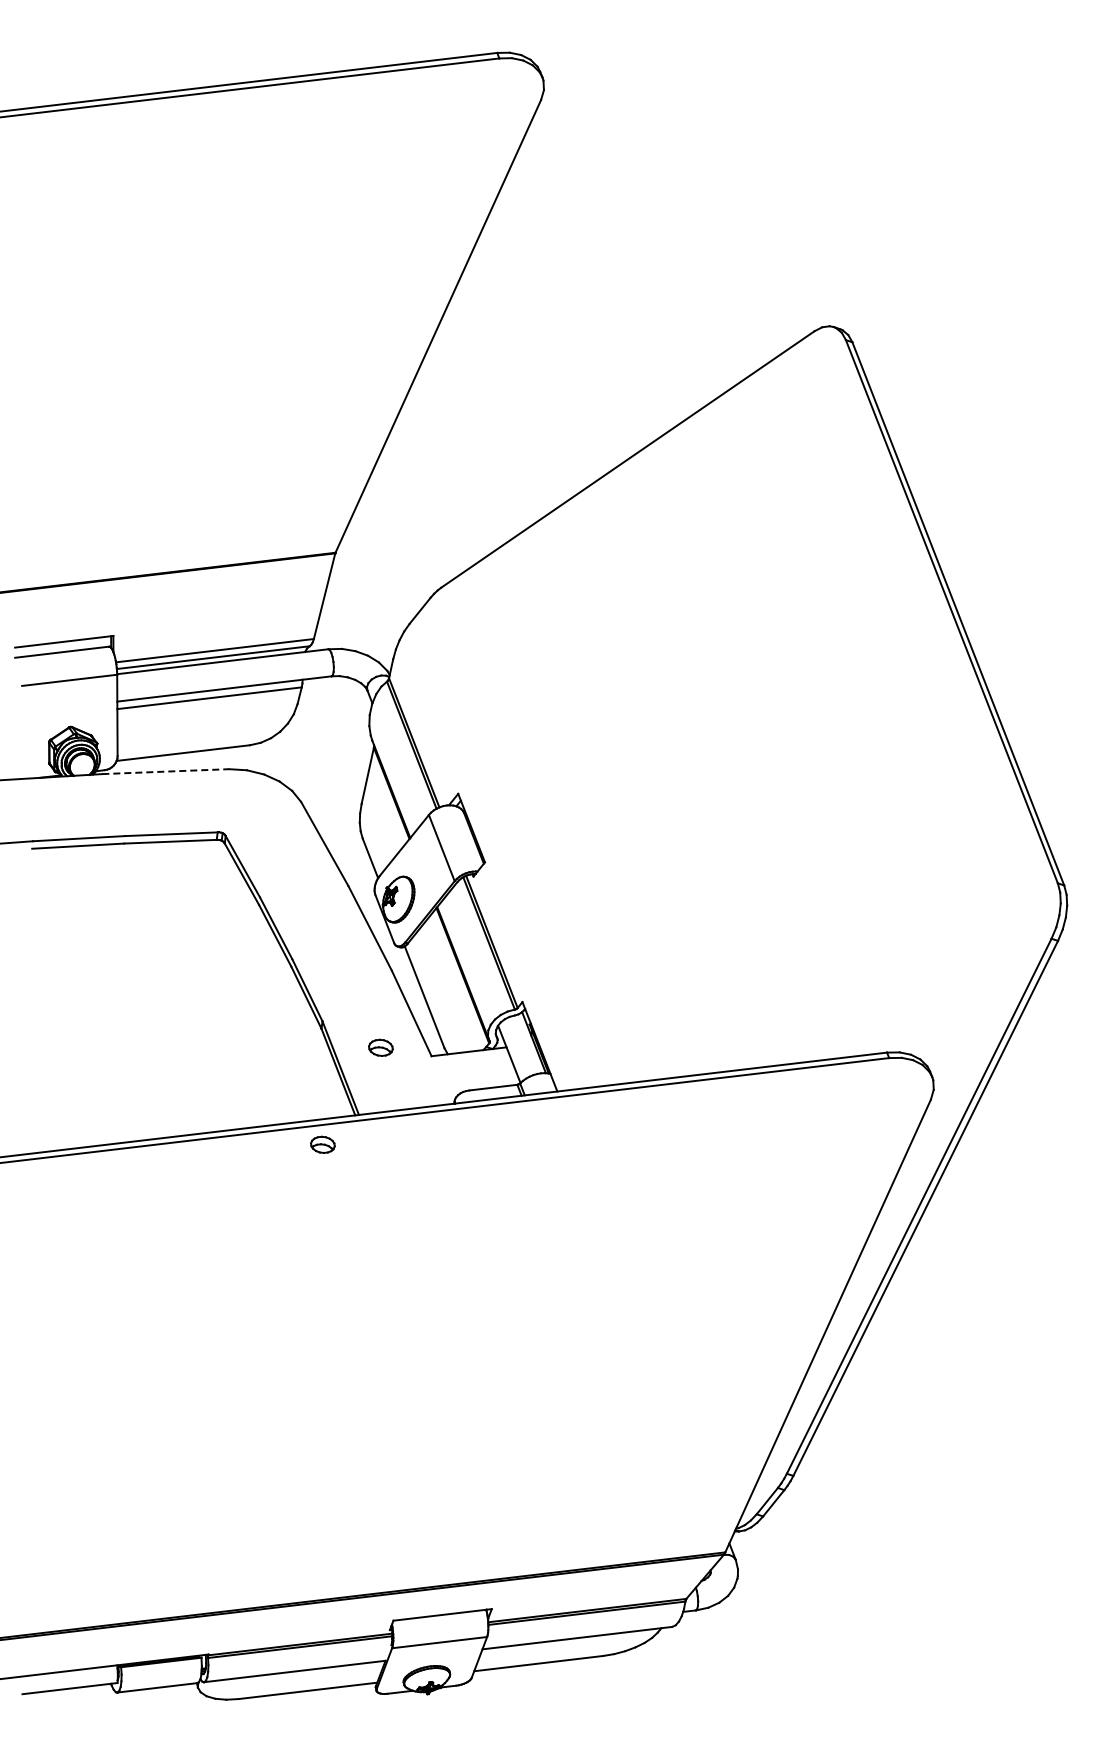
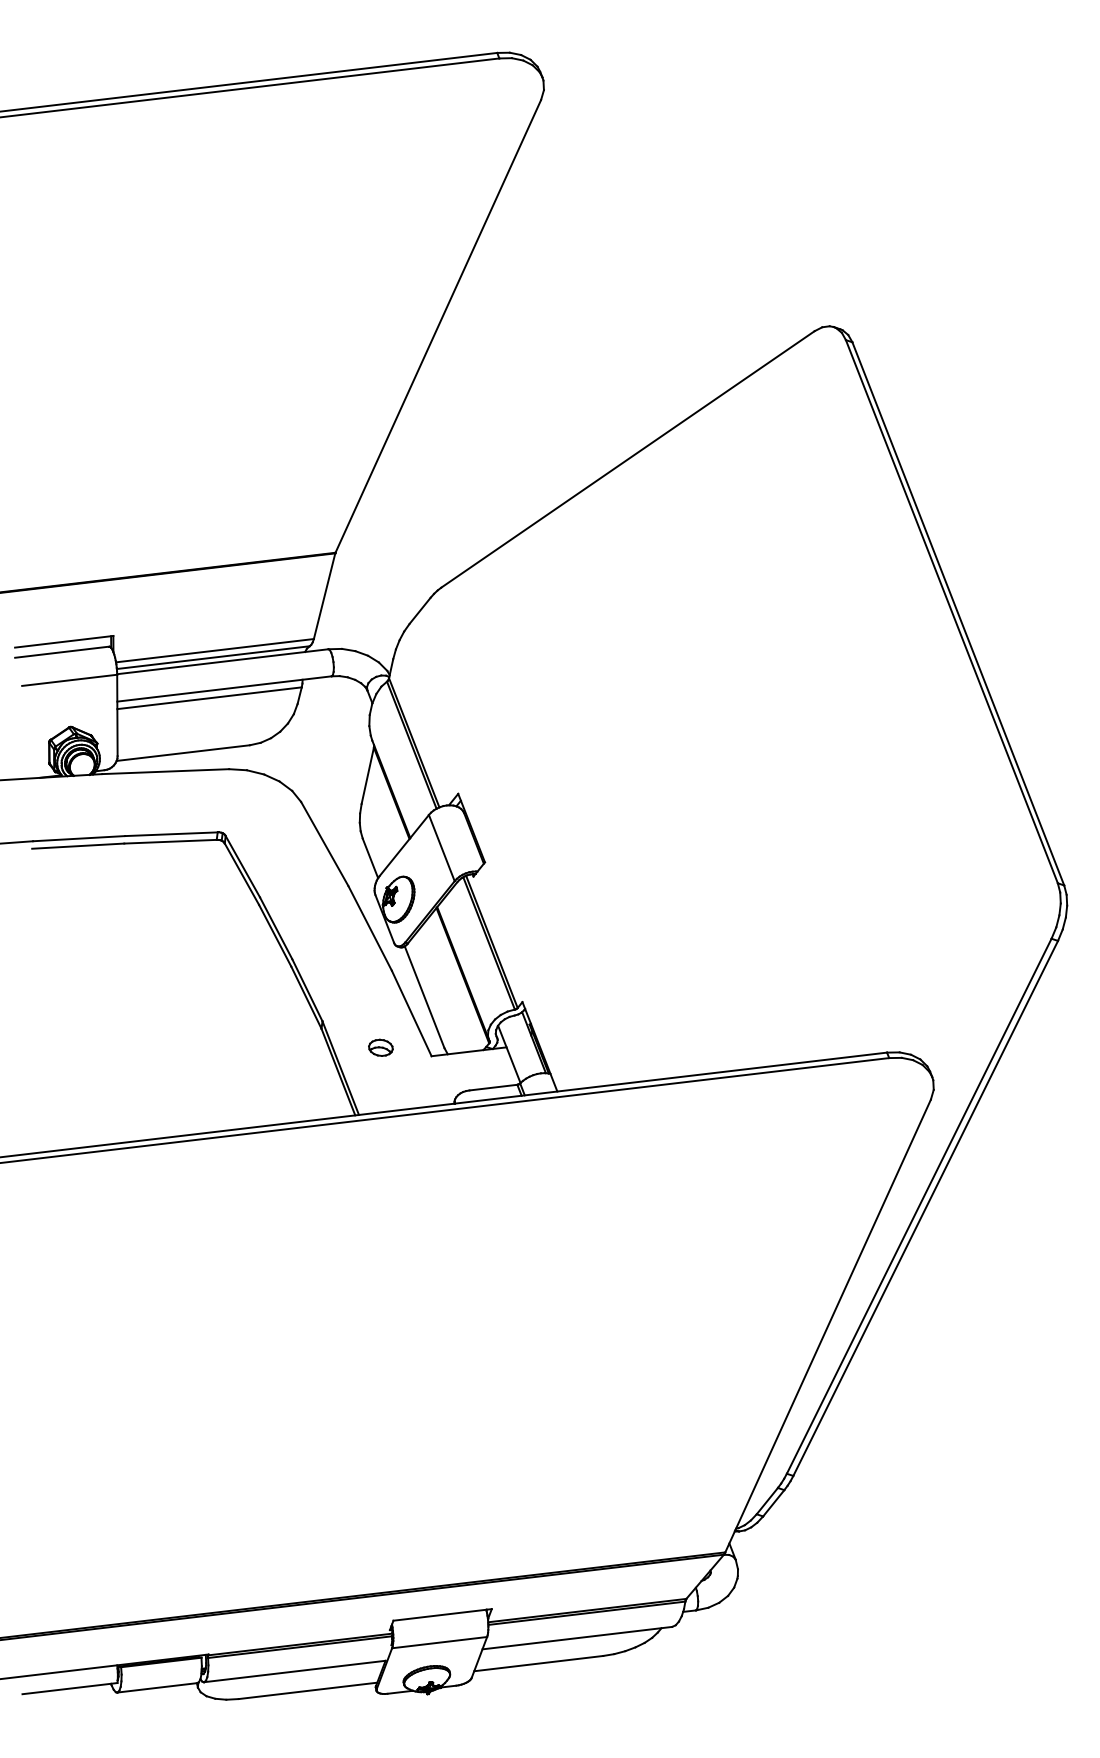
line at (166, 771): dashed -> solid
part at (322, 1144): present -> none
